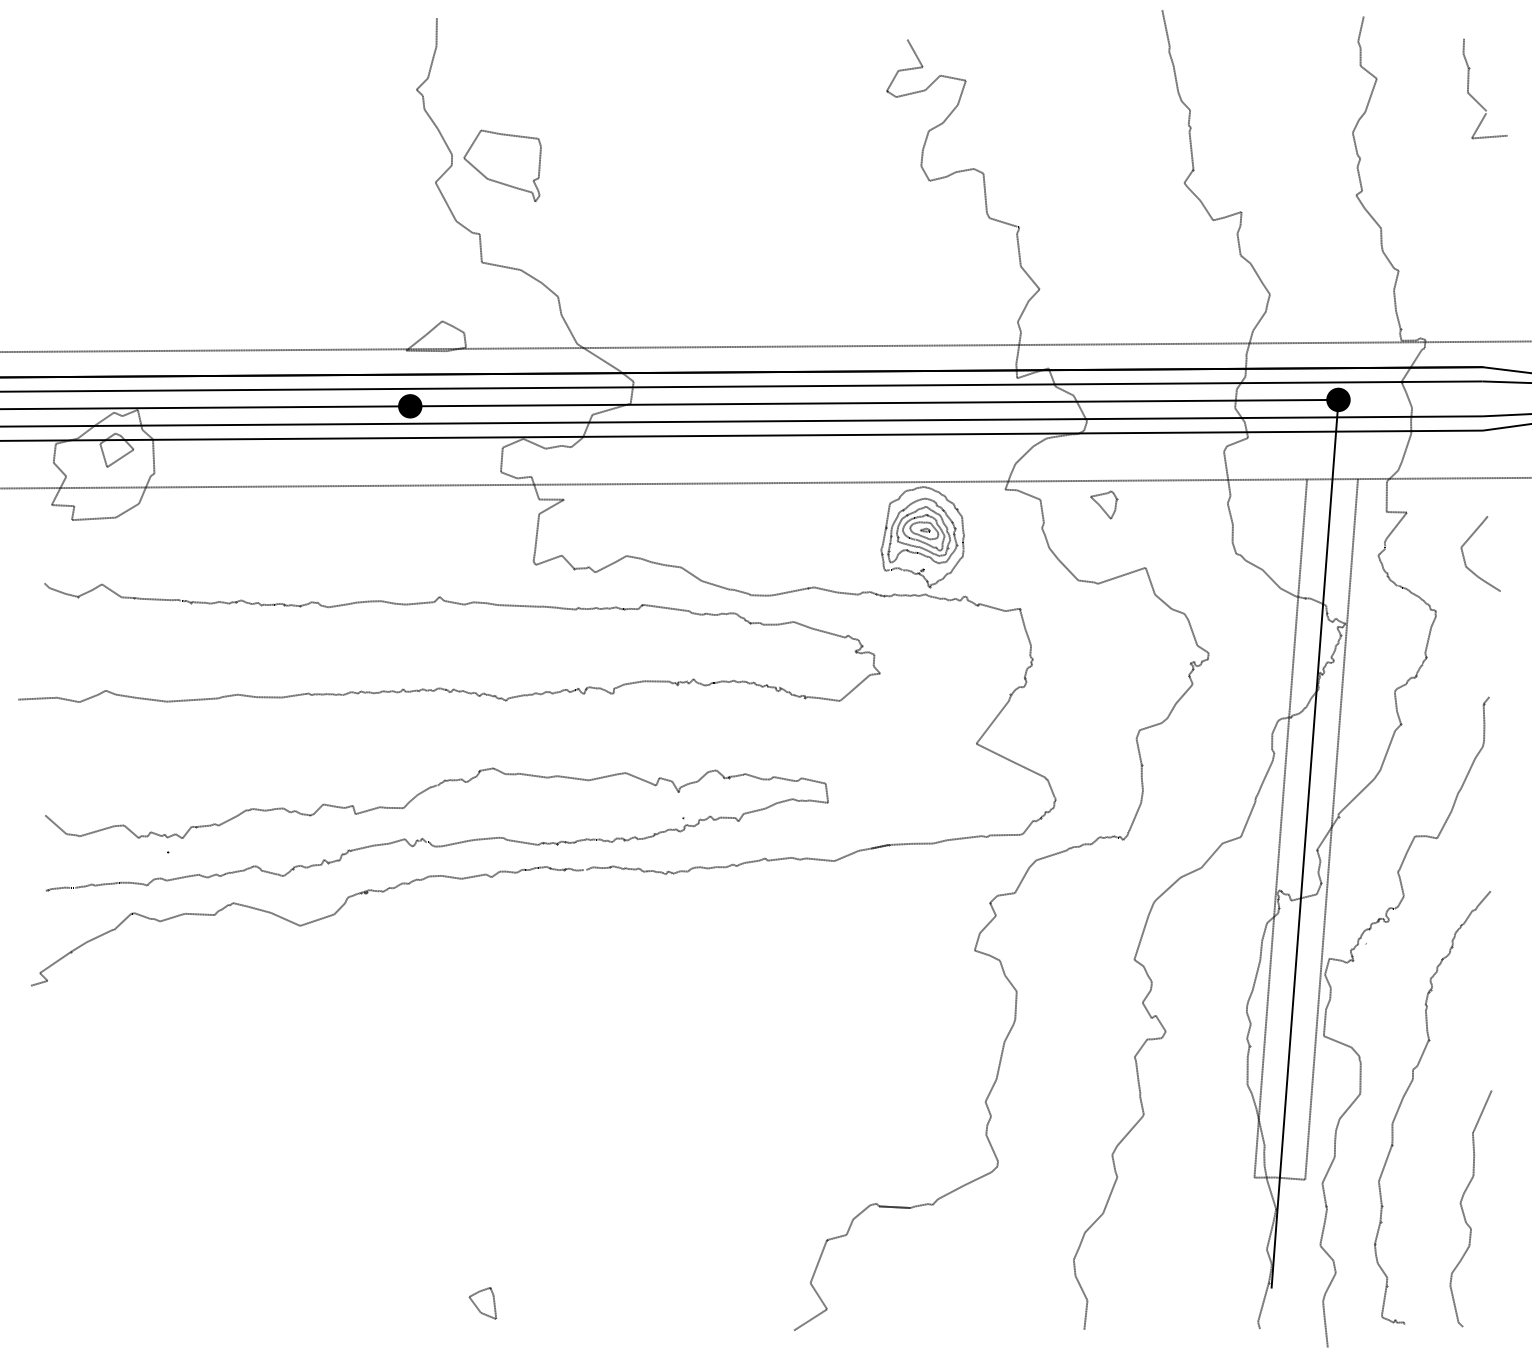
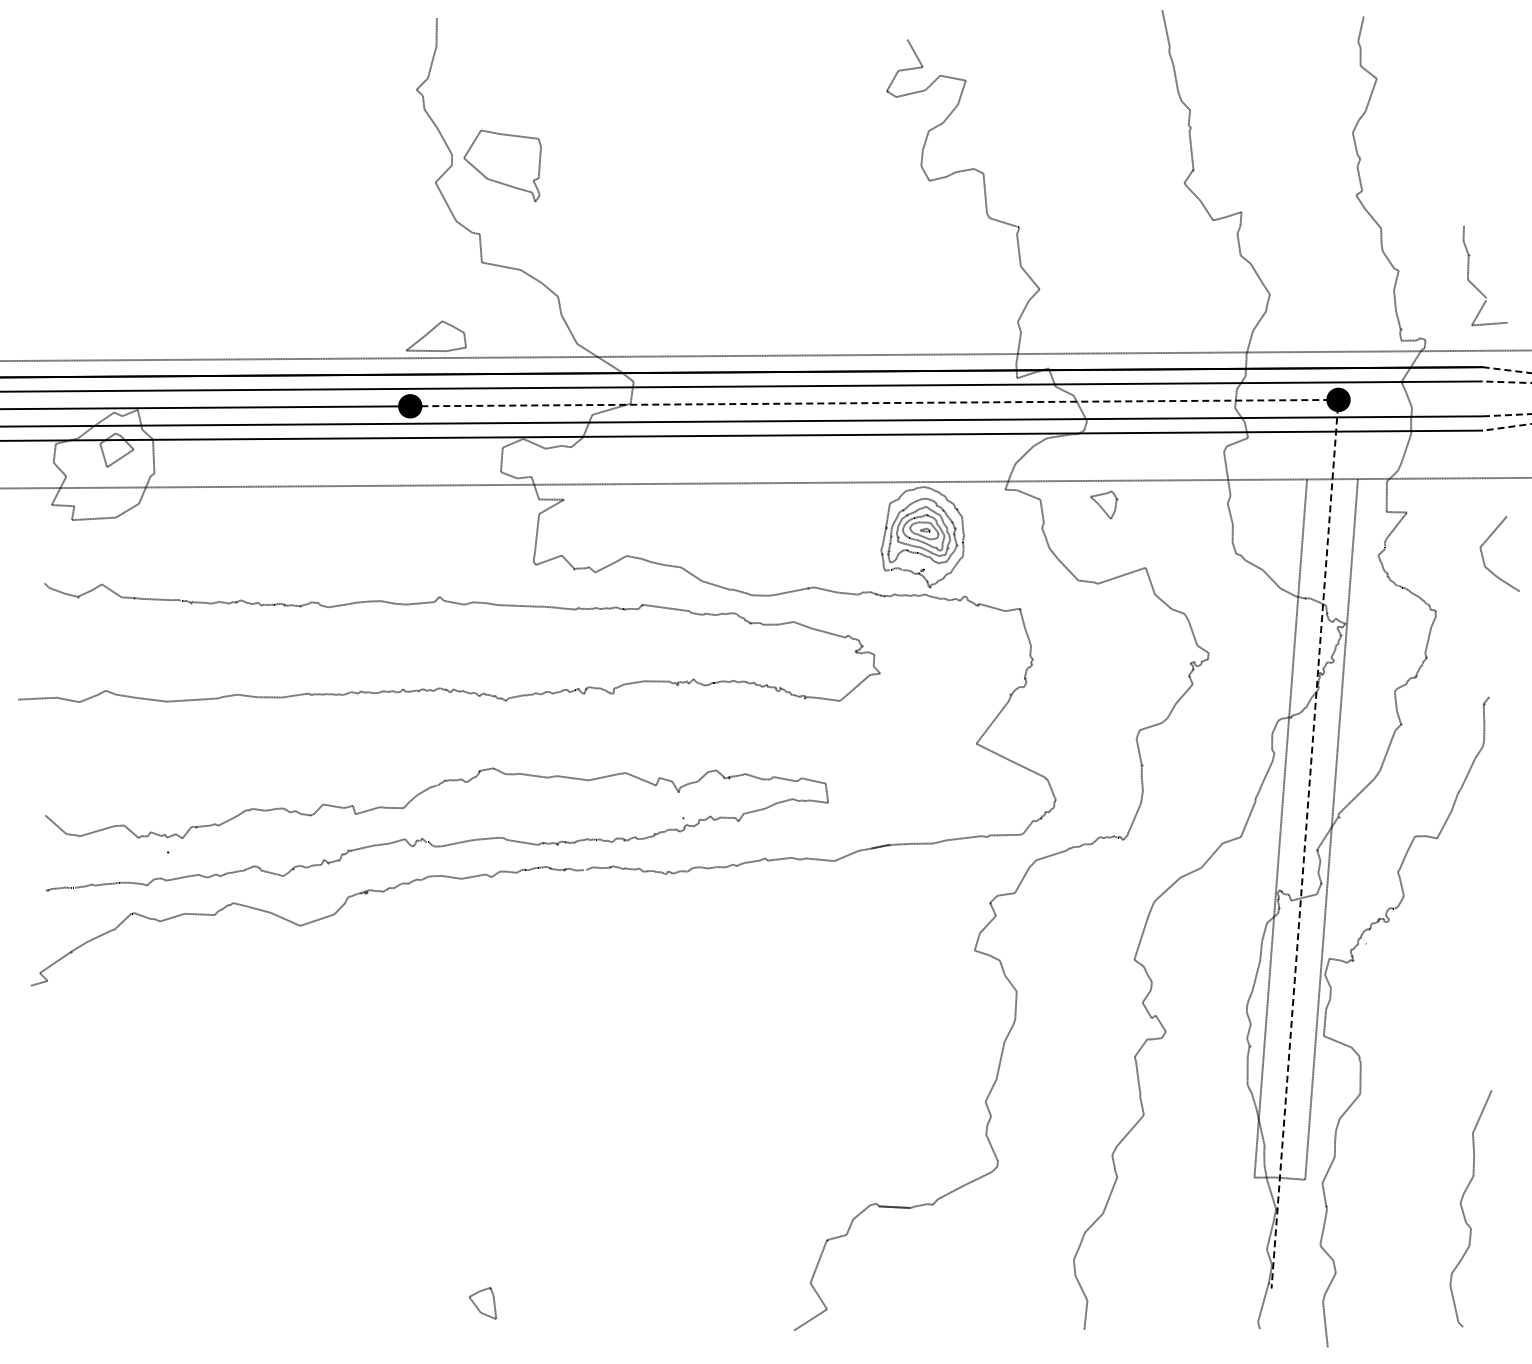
part at (1474, 98) position: (1474, 98) -> (1474, 285)
line at (765, 346) position: (765, 346) -> (765, 355)
line at (1531, 383): solid -> dashed
line at (1320, 400): solid -> dashed
line at (1531, 423): solid -> dashed
curve at (1464, 555) position: (1464, 555) -> (1483, 555)
curve at (1406, 1093): present -> none
